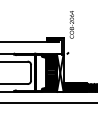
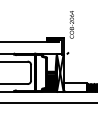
fill at (45, 61): present -> none
hatch at (75, 86): present -> none
